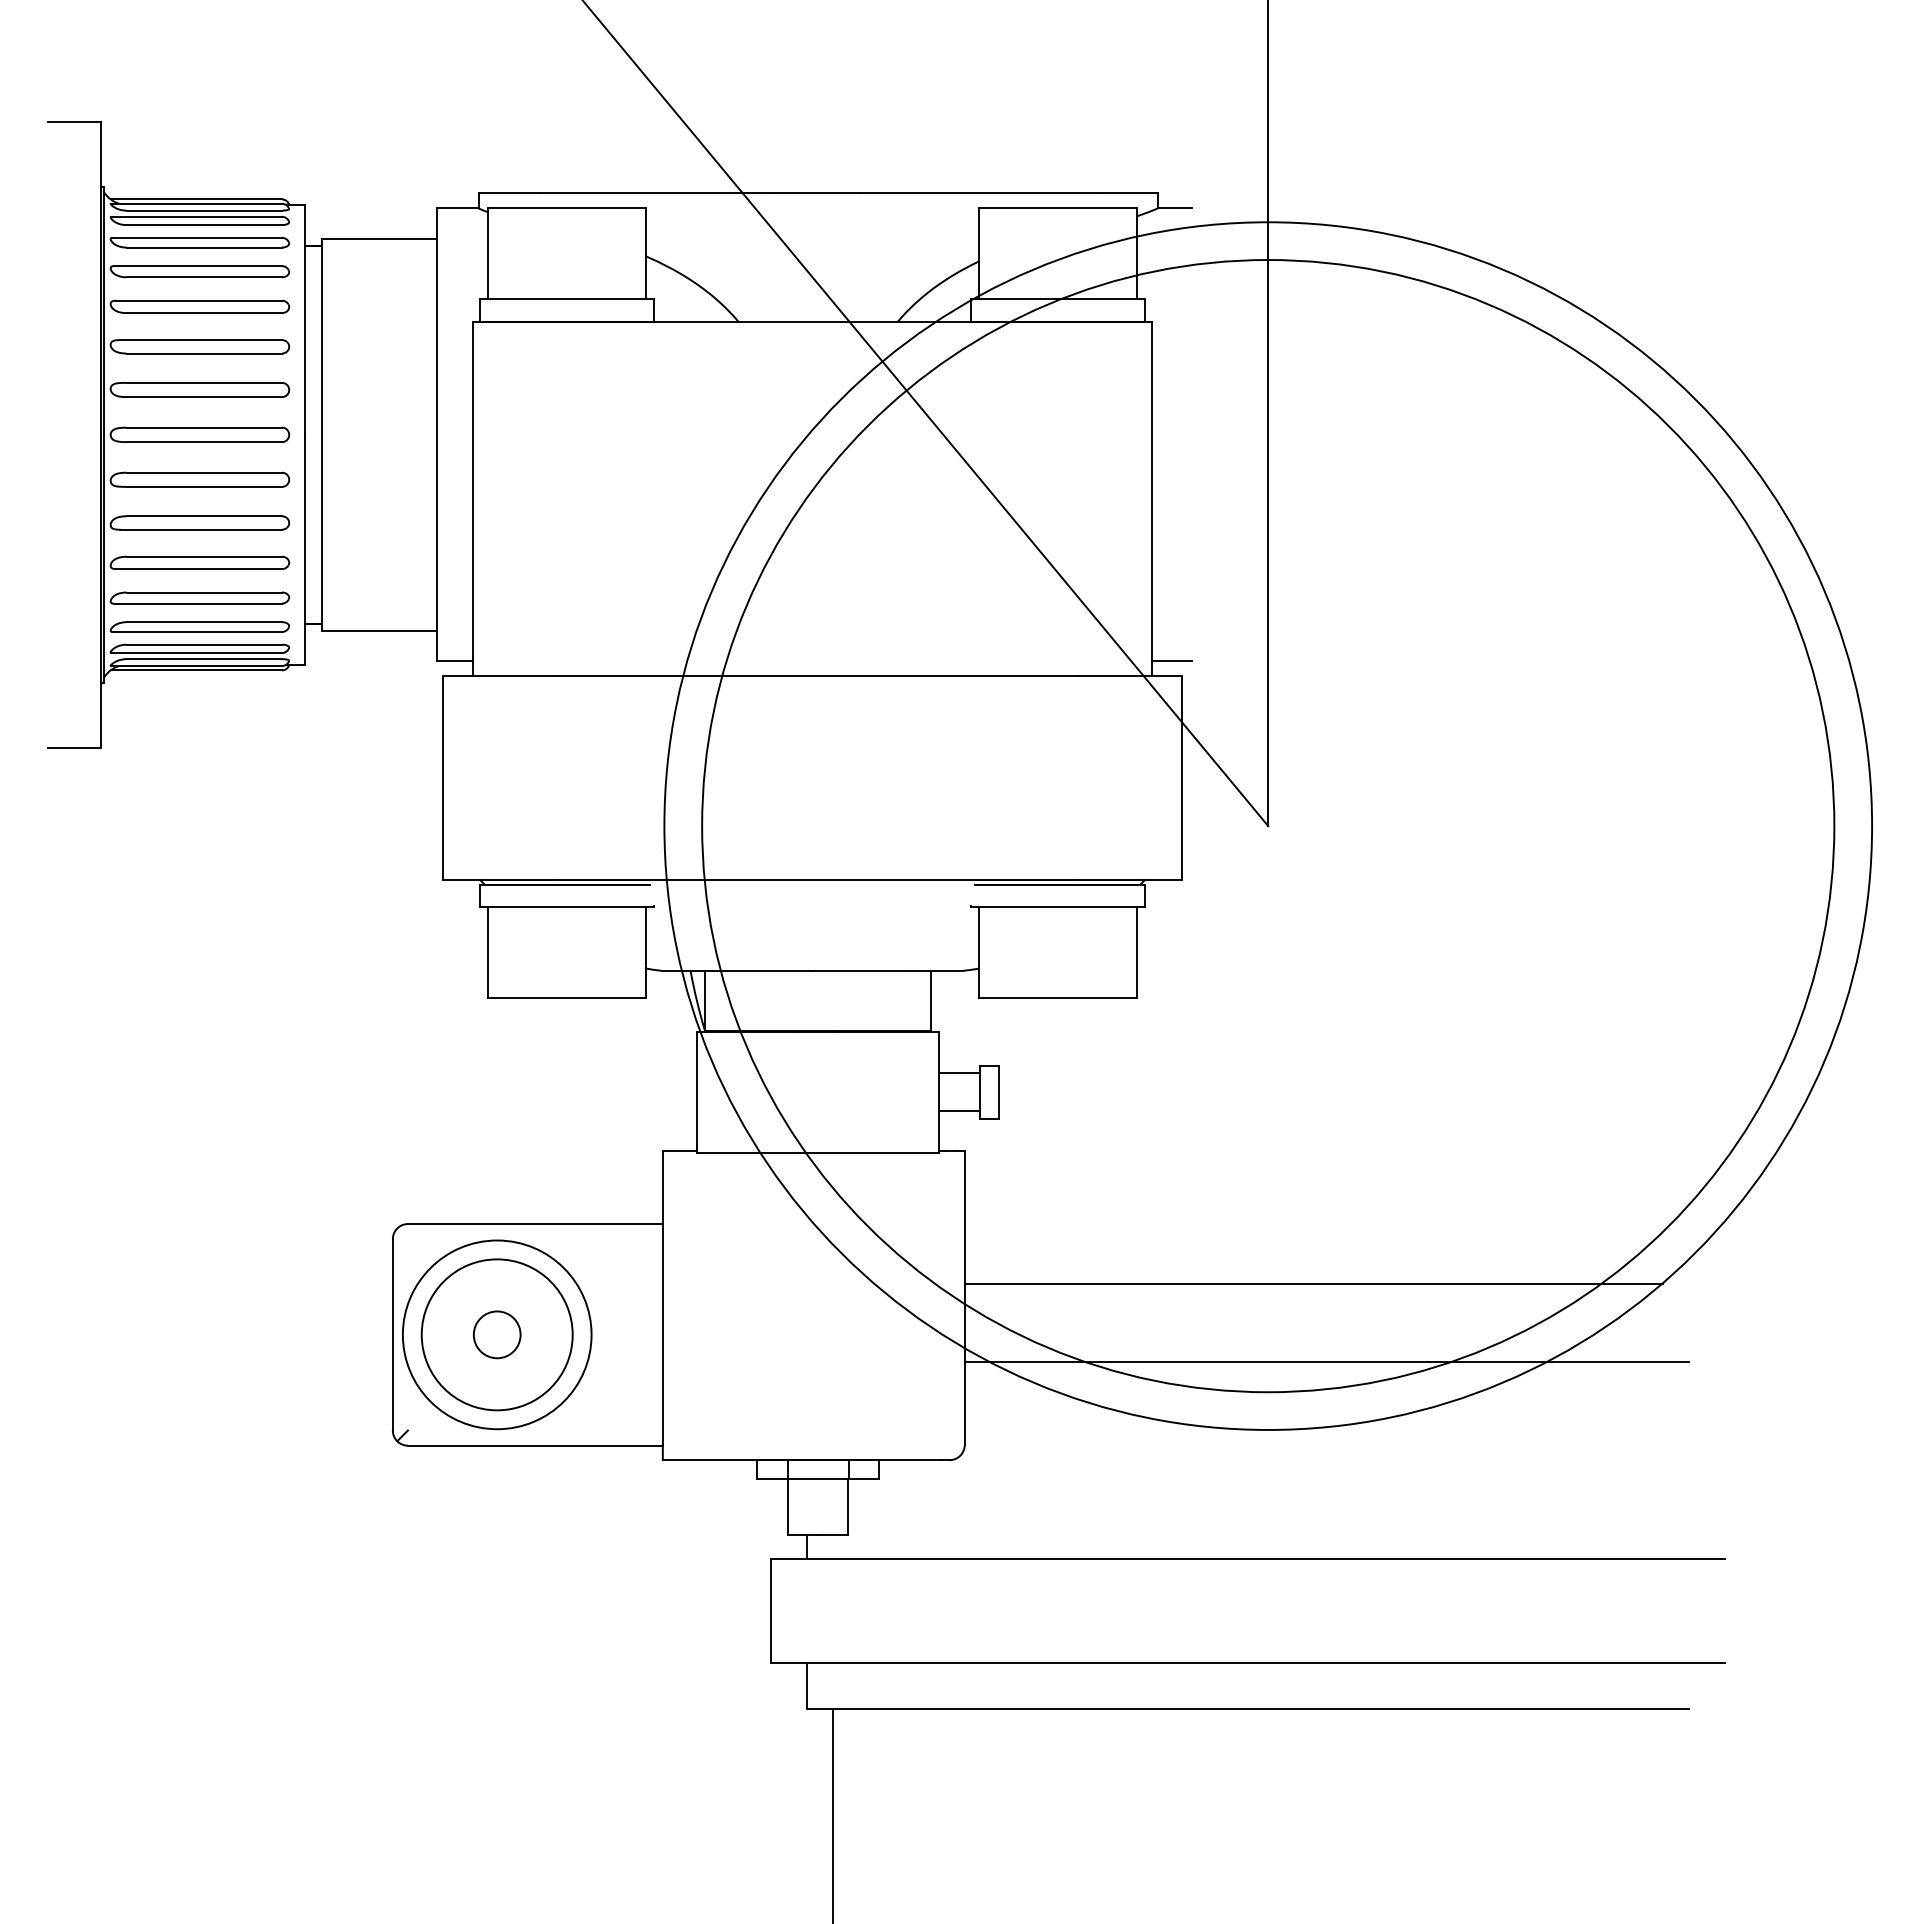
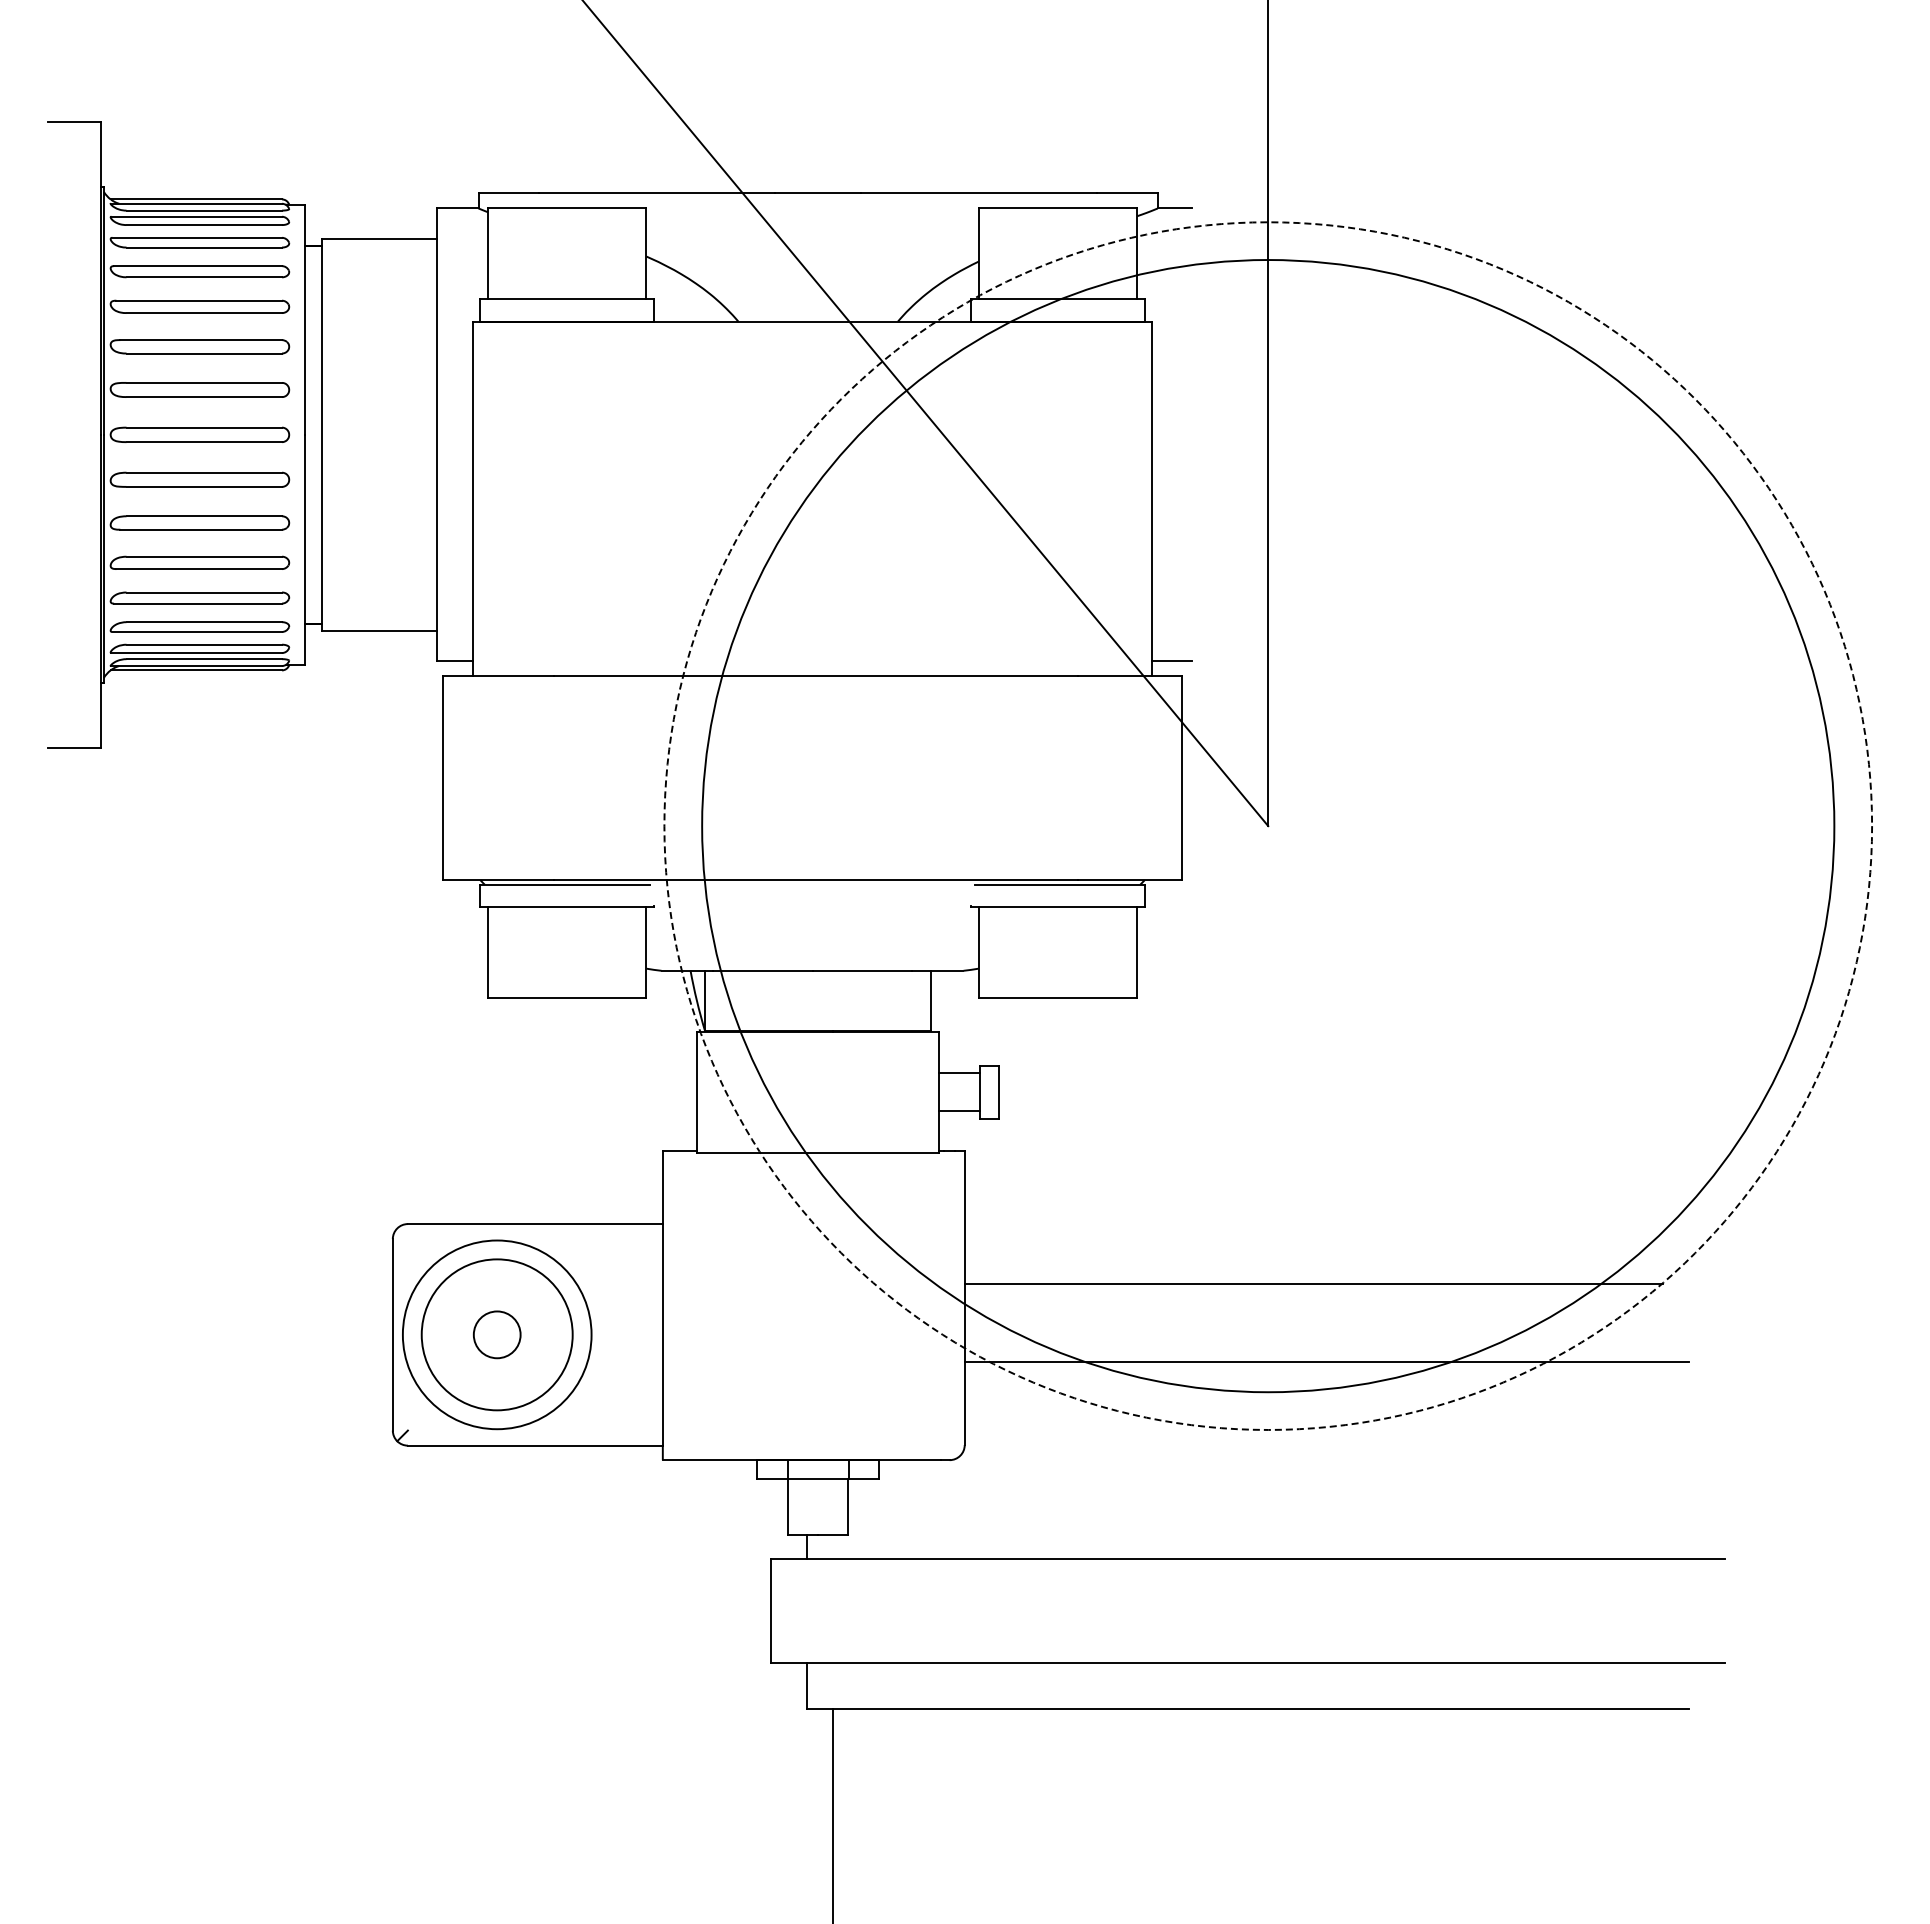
circle at (1268, 825): solid -> dashed
